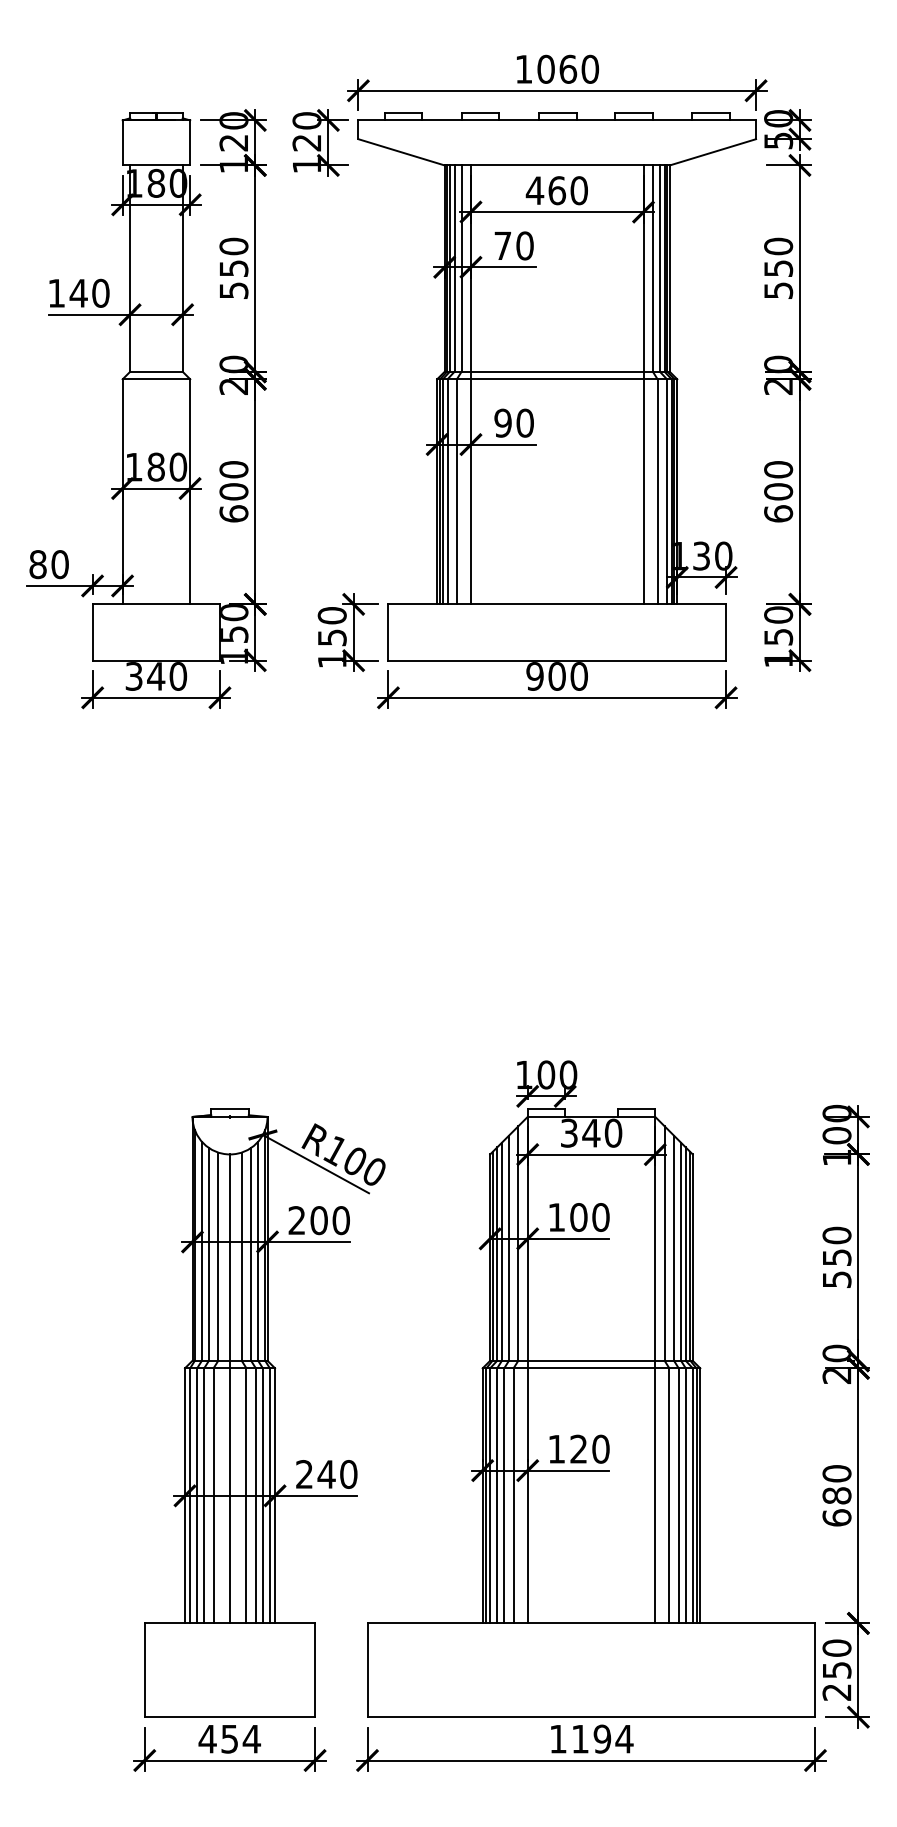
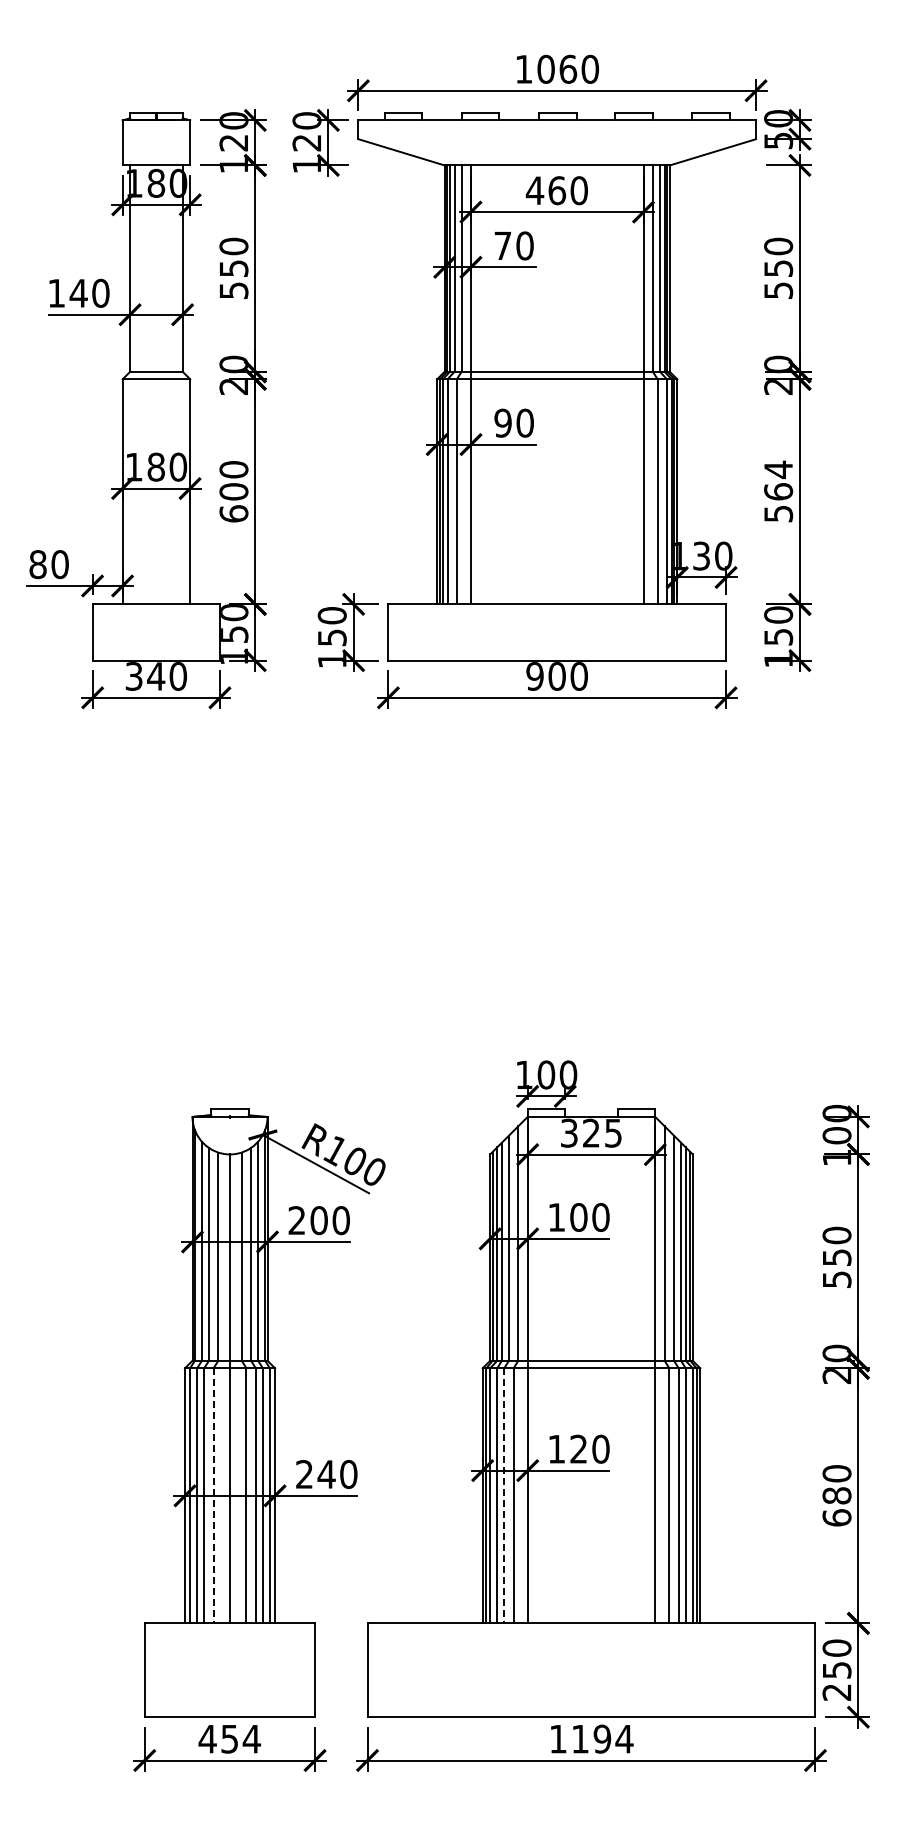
text at (778, 491): 600 -> 564
text at (602, 1132): 340 -> 325
line at (213, 1495): solid -> dashed
line at (504, 1495): solid -> dashed
